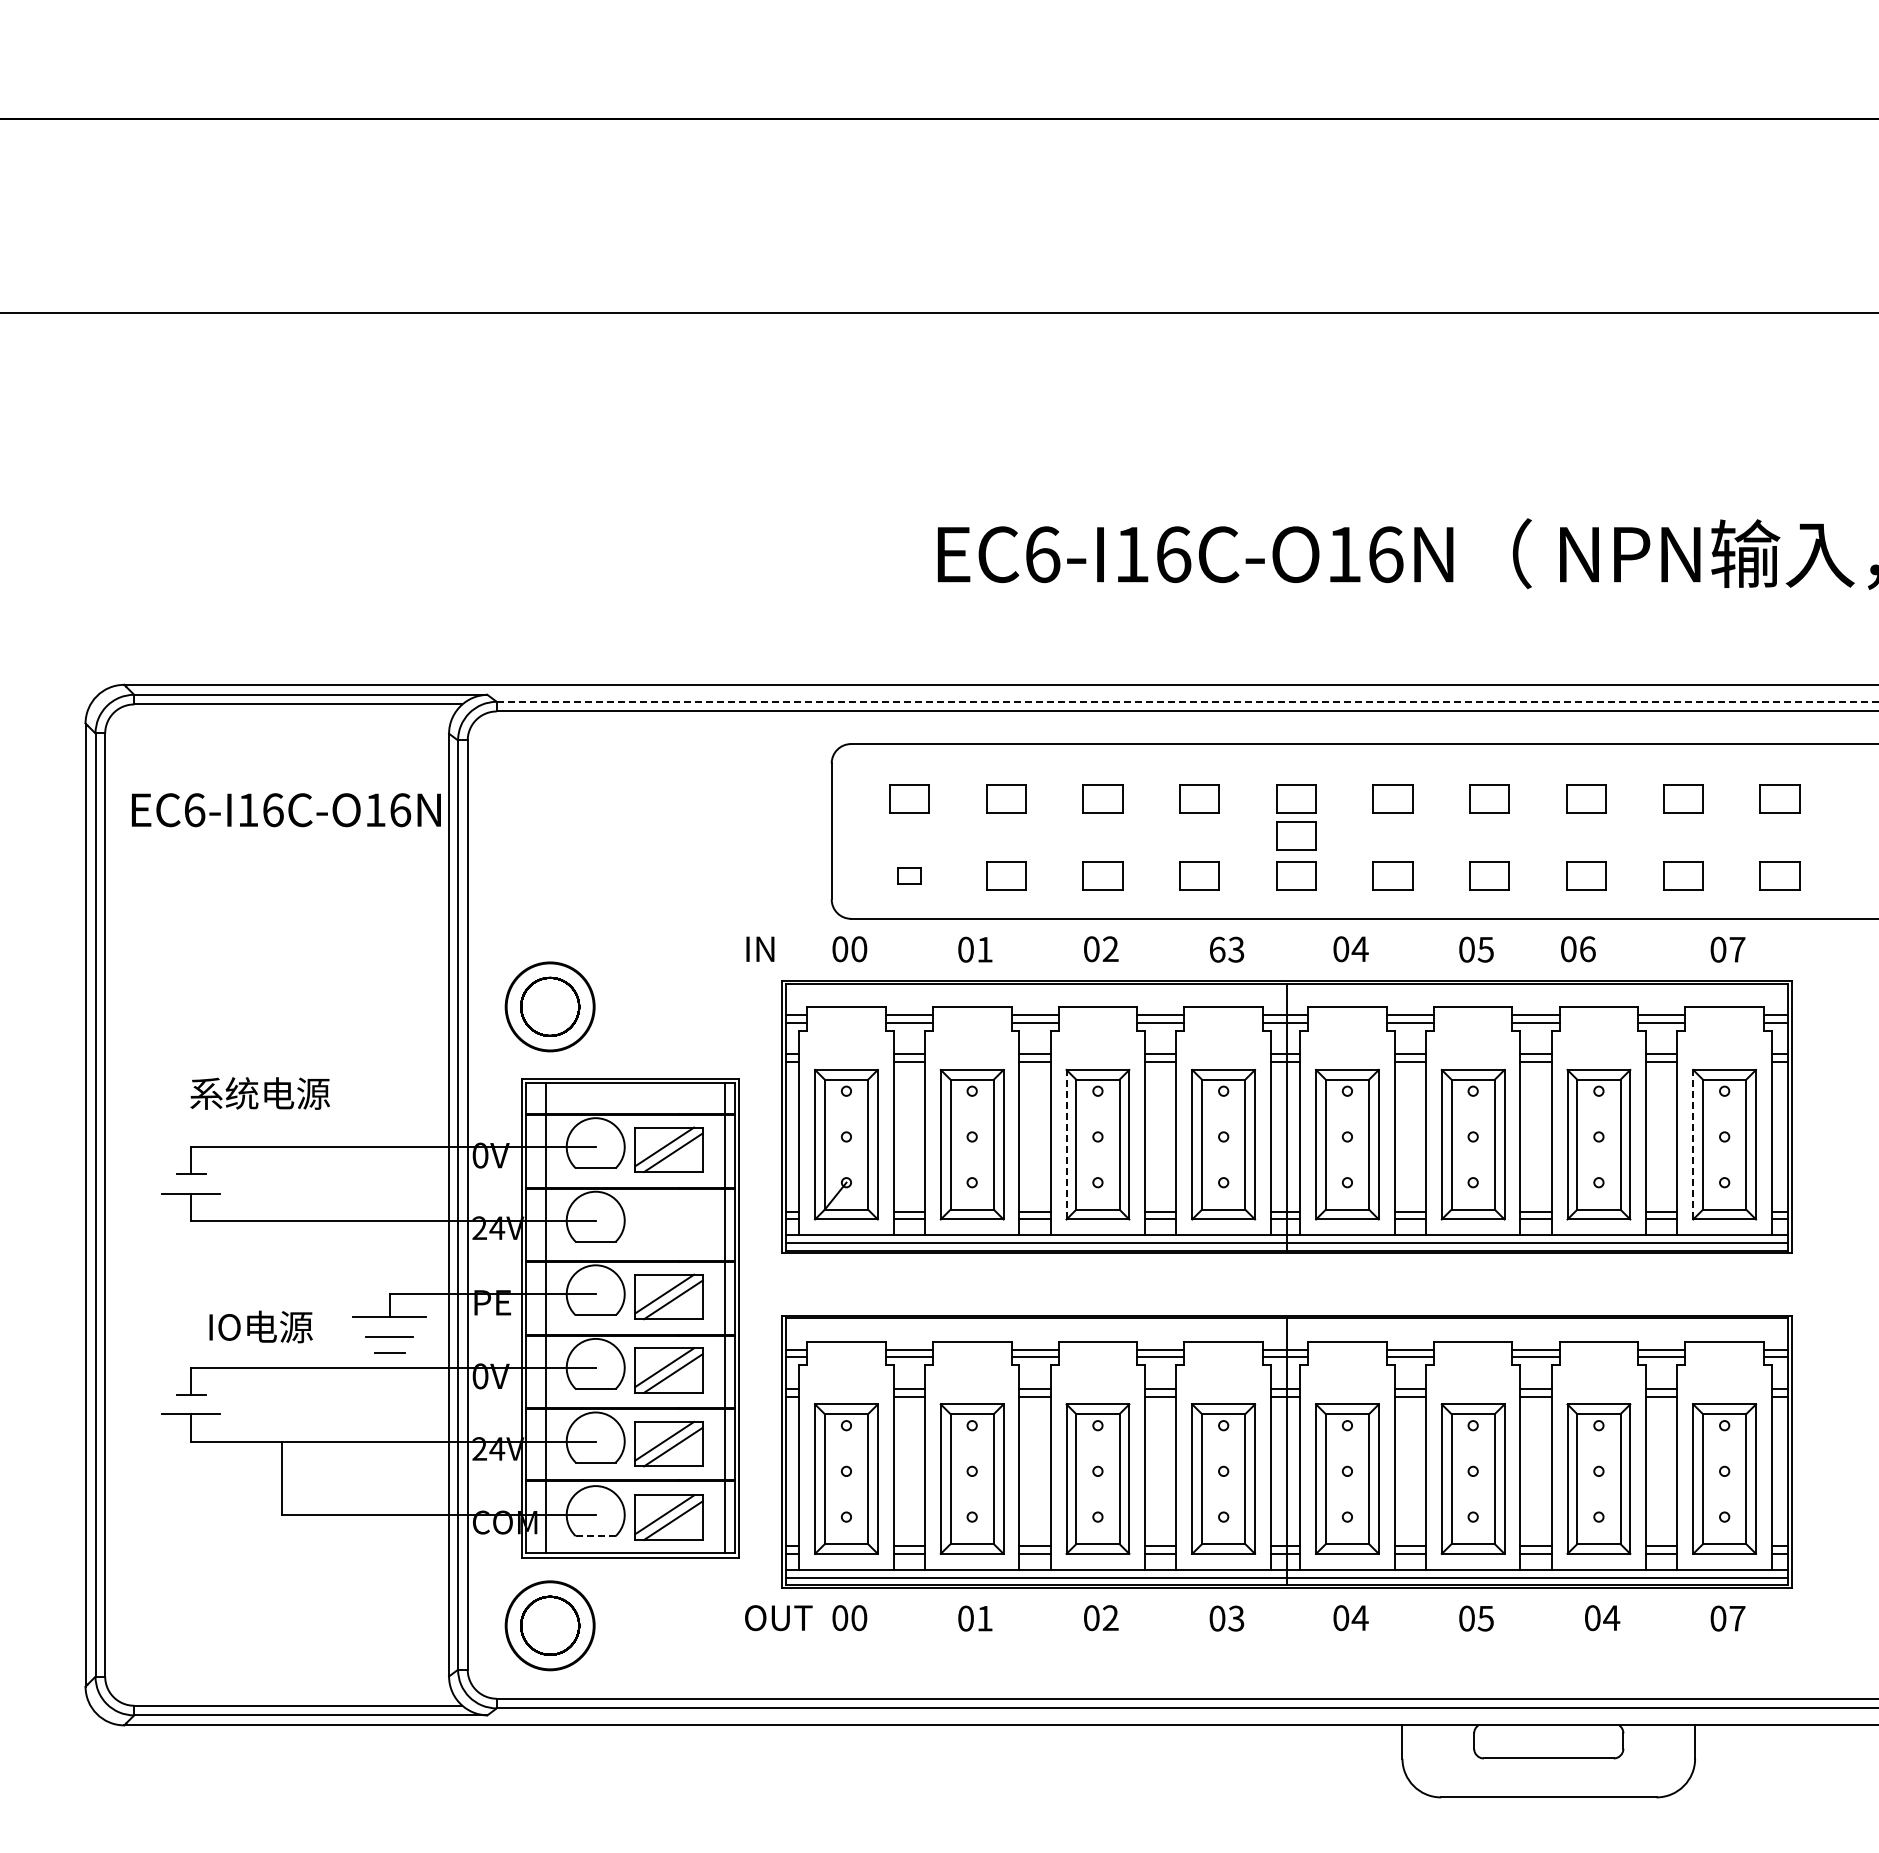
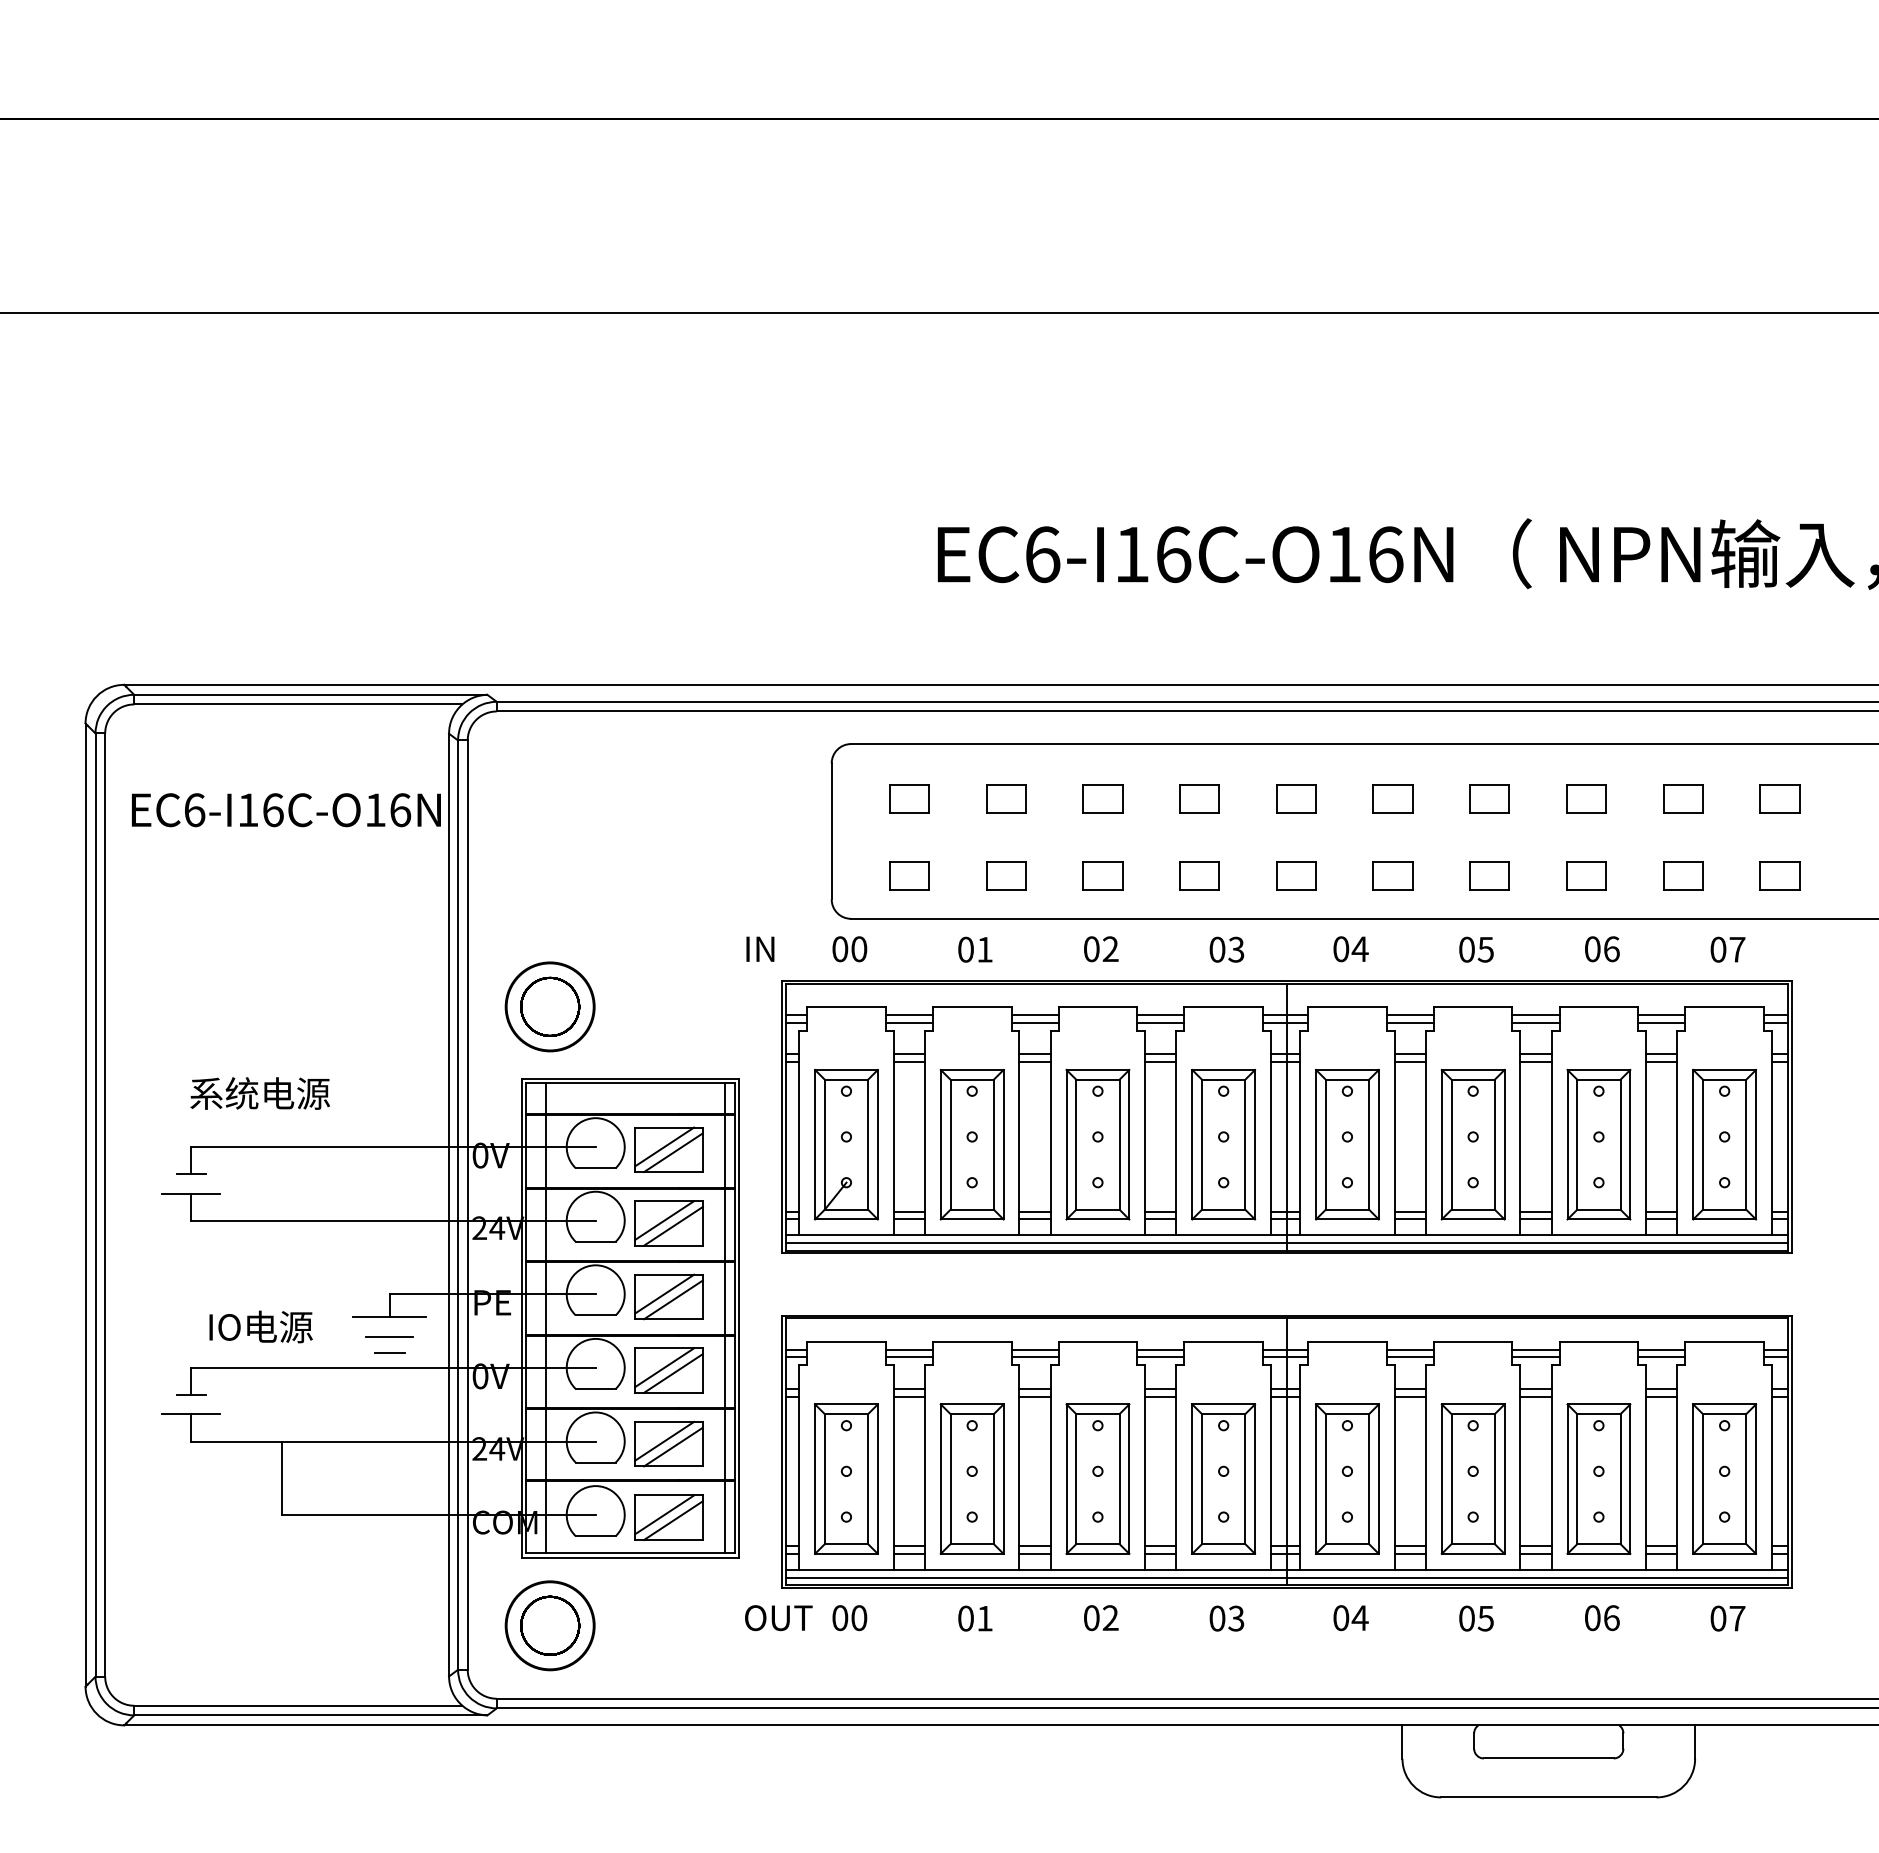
line at (1187, 701): dashed -> solid
part at (1296, 835): present -> none
part at (909, 875) size: 25x18 px -> 41x30 px
text at (1217, 949): 63 -> 03
text at (1578, 949) position: (1578, 949) -> (1602, 949)
line at (1066, 1144): dashed -> solid
line at (1693, 1144): dashed -> solid
part at (668, 1223): none -> present
line at (595, 1536): dashed -> solid
text at (1611, 1618): 04 -> 06
